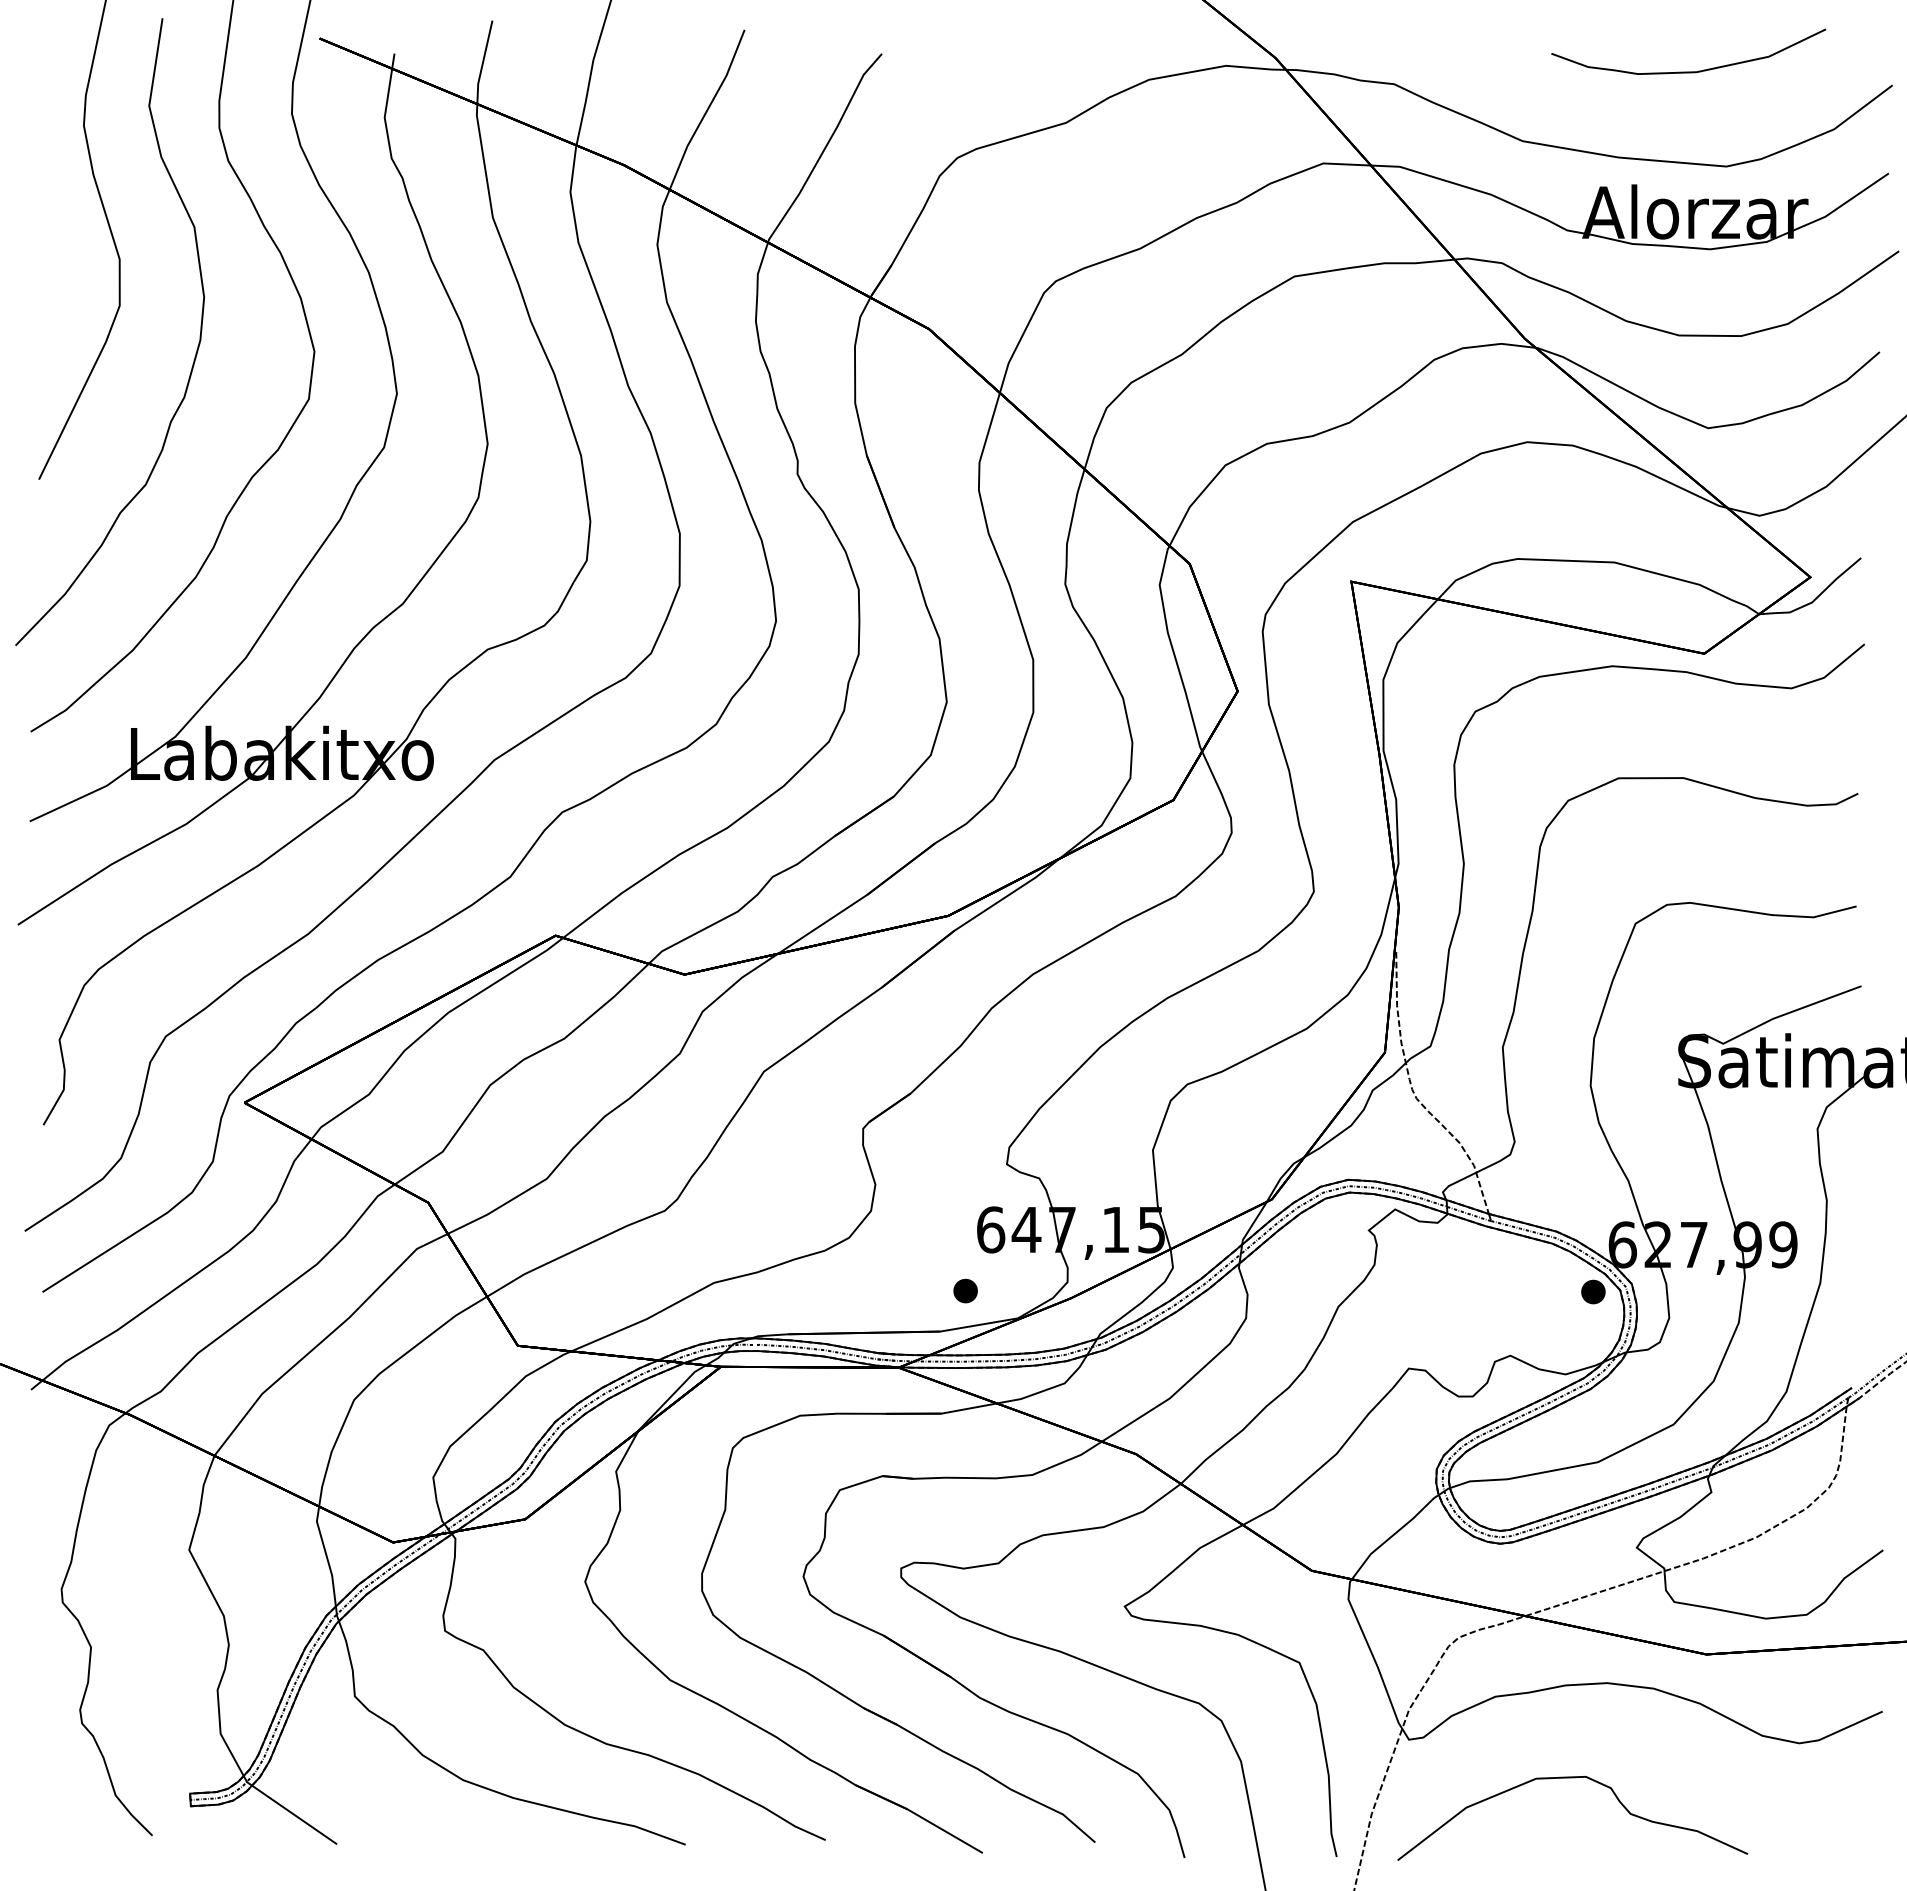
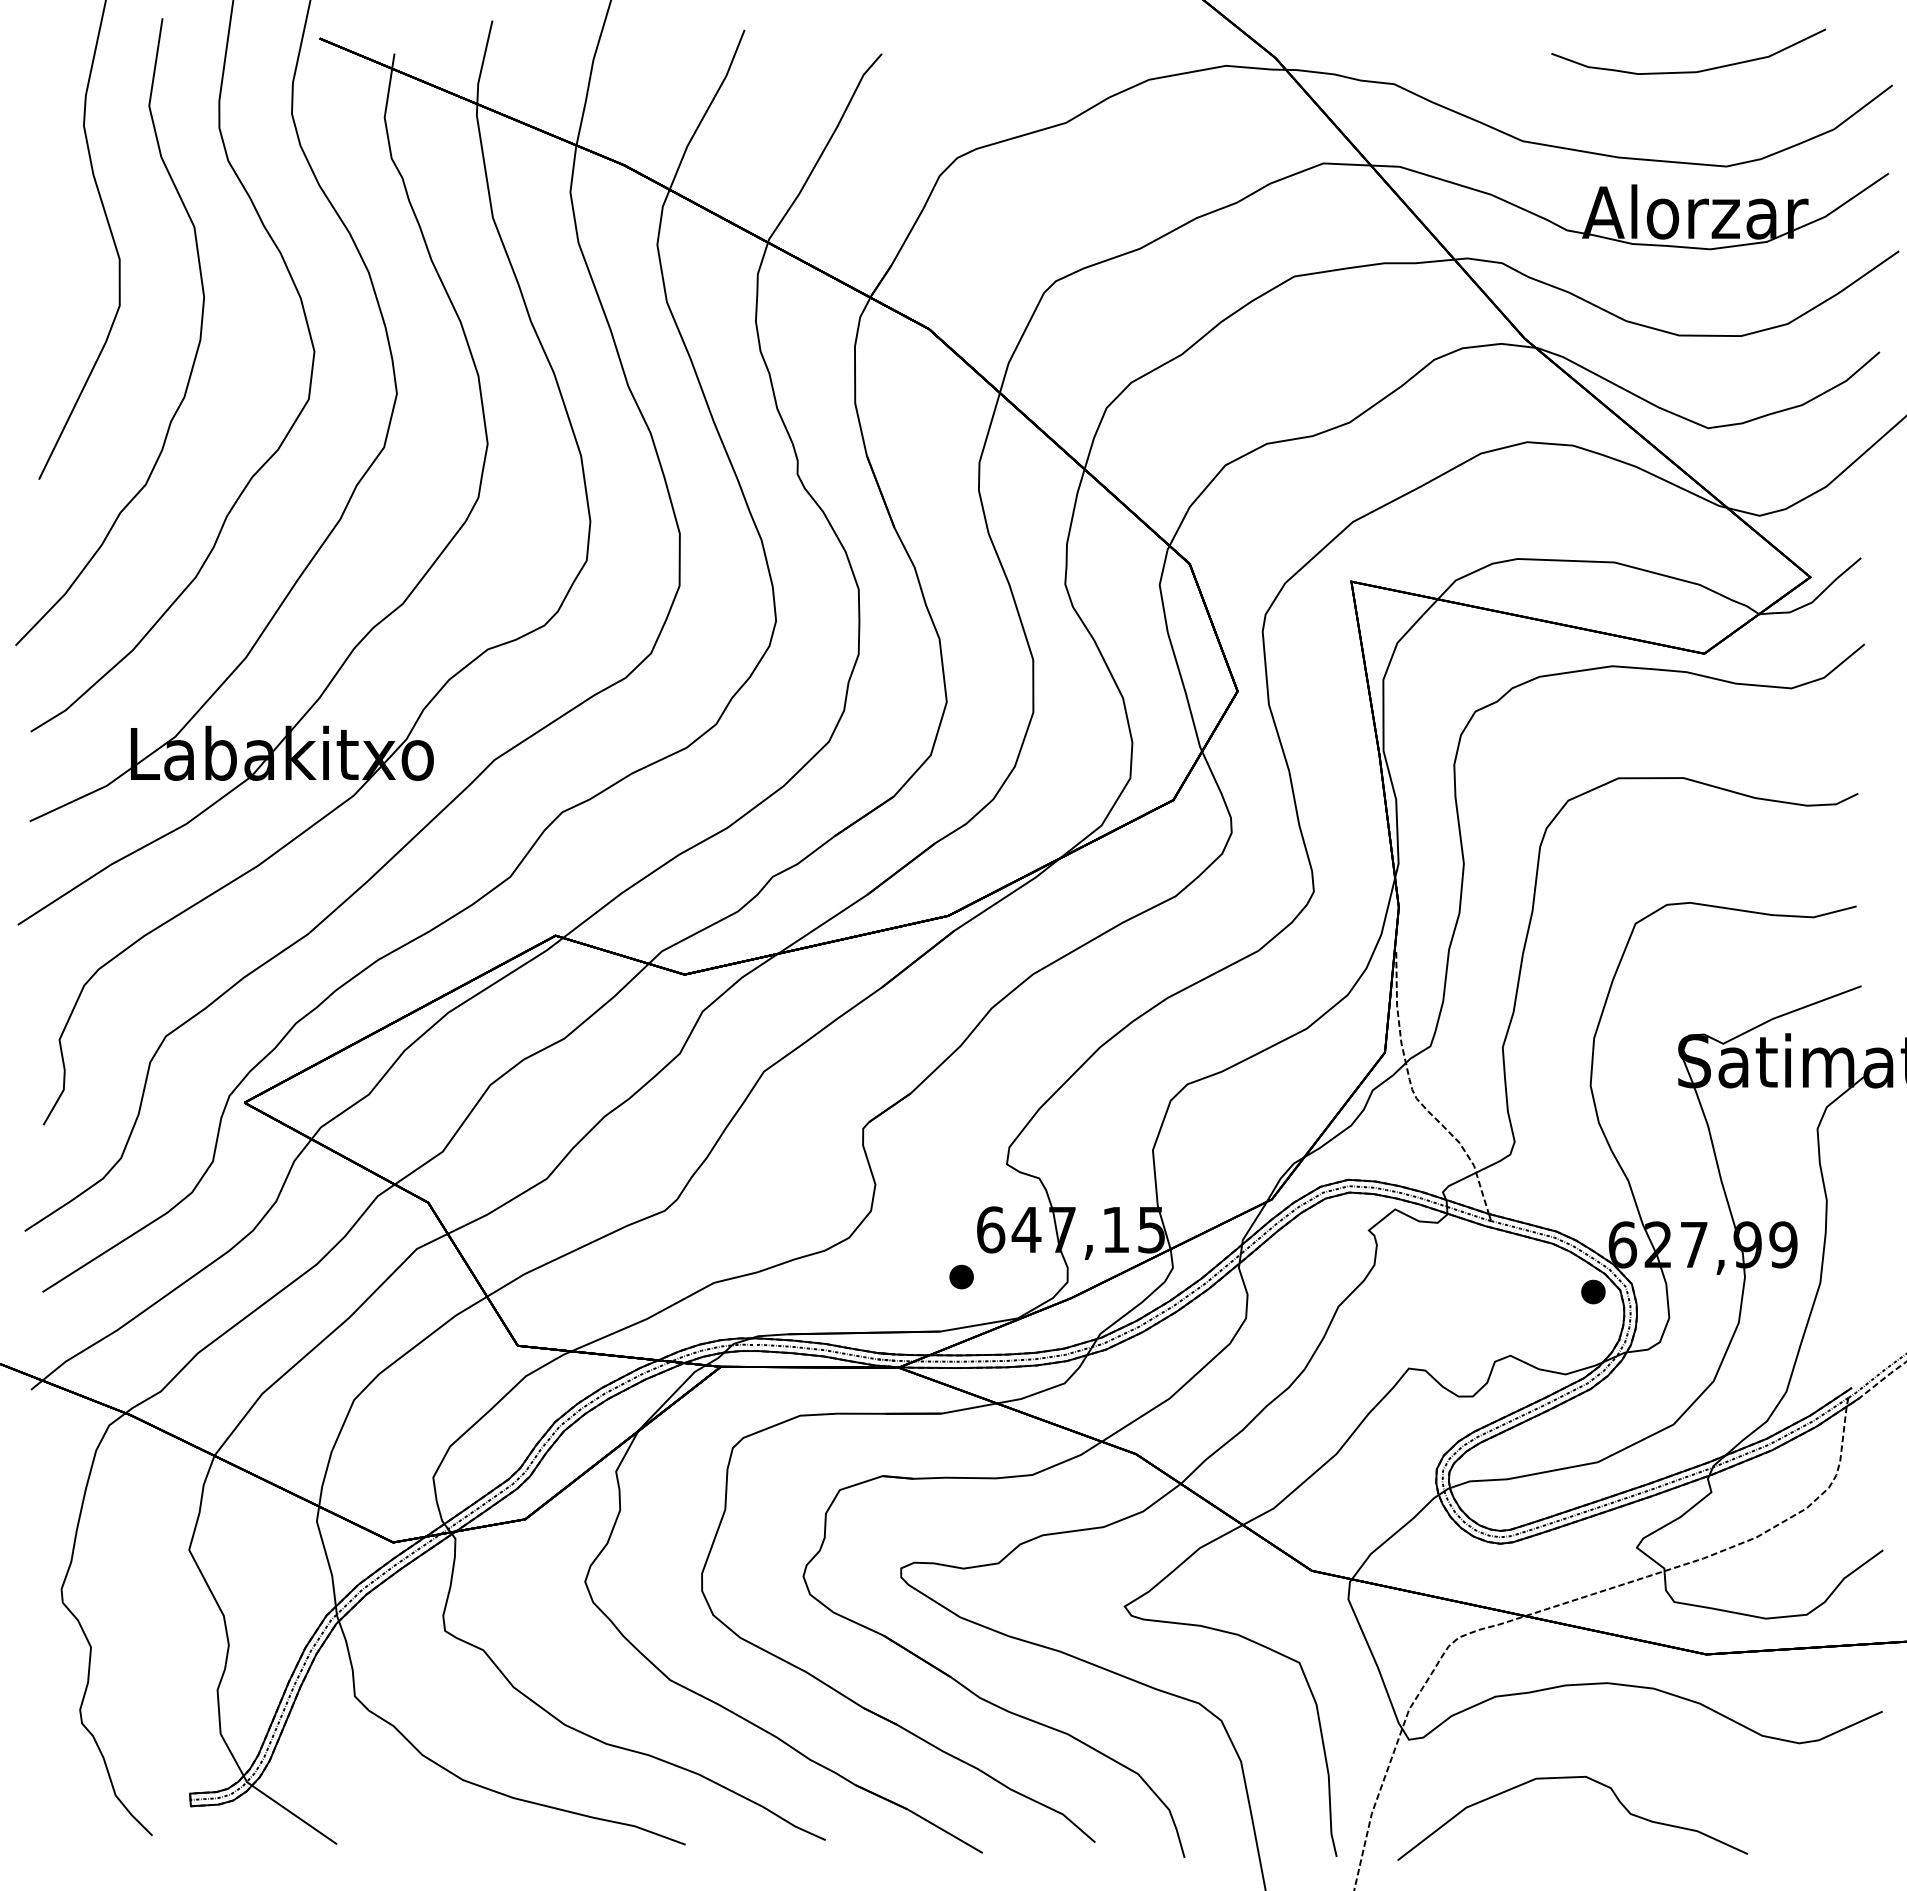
part at (965, 1290) position: (965, 1290) -> (961, 1276)
